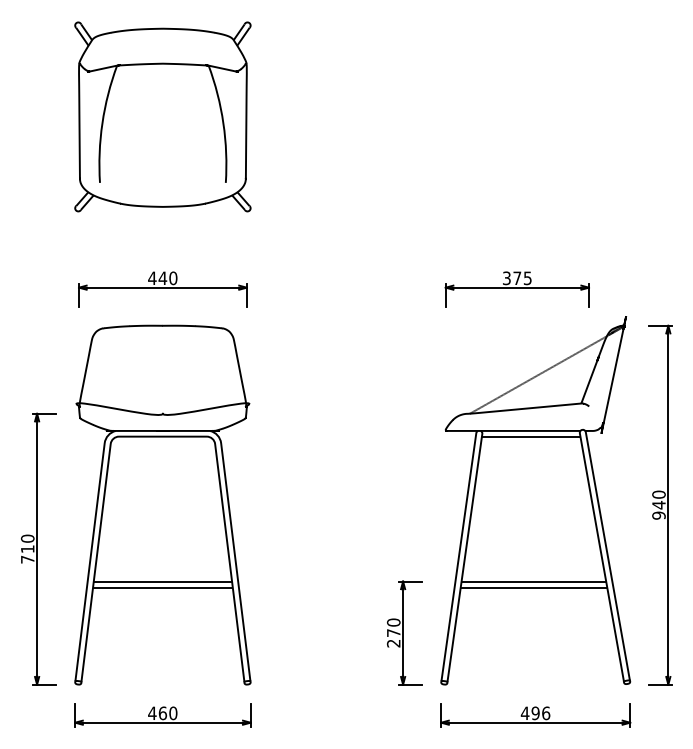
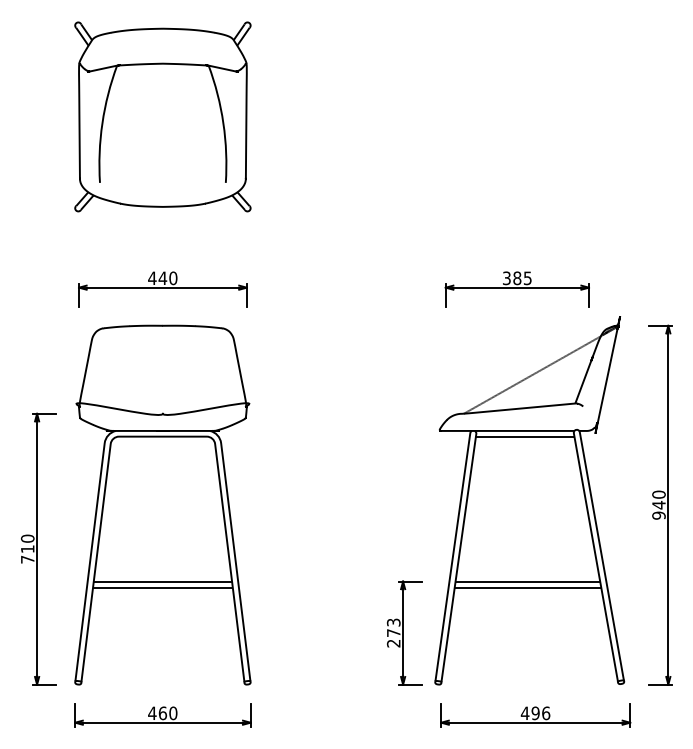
text at (517, 278): 375 -> 385
part at (535, 500) position: (535, 500) -> (529, 500)
text at (393, 622): 270 -> 273
